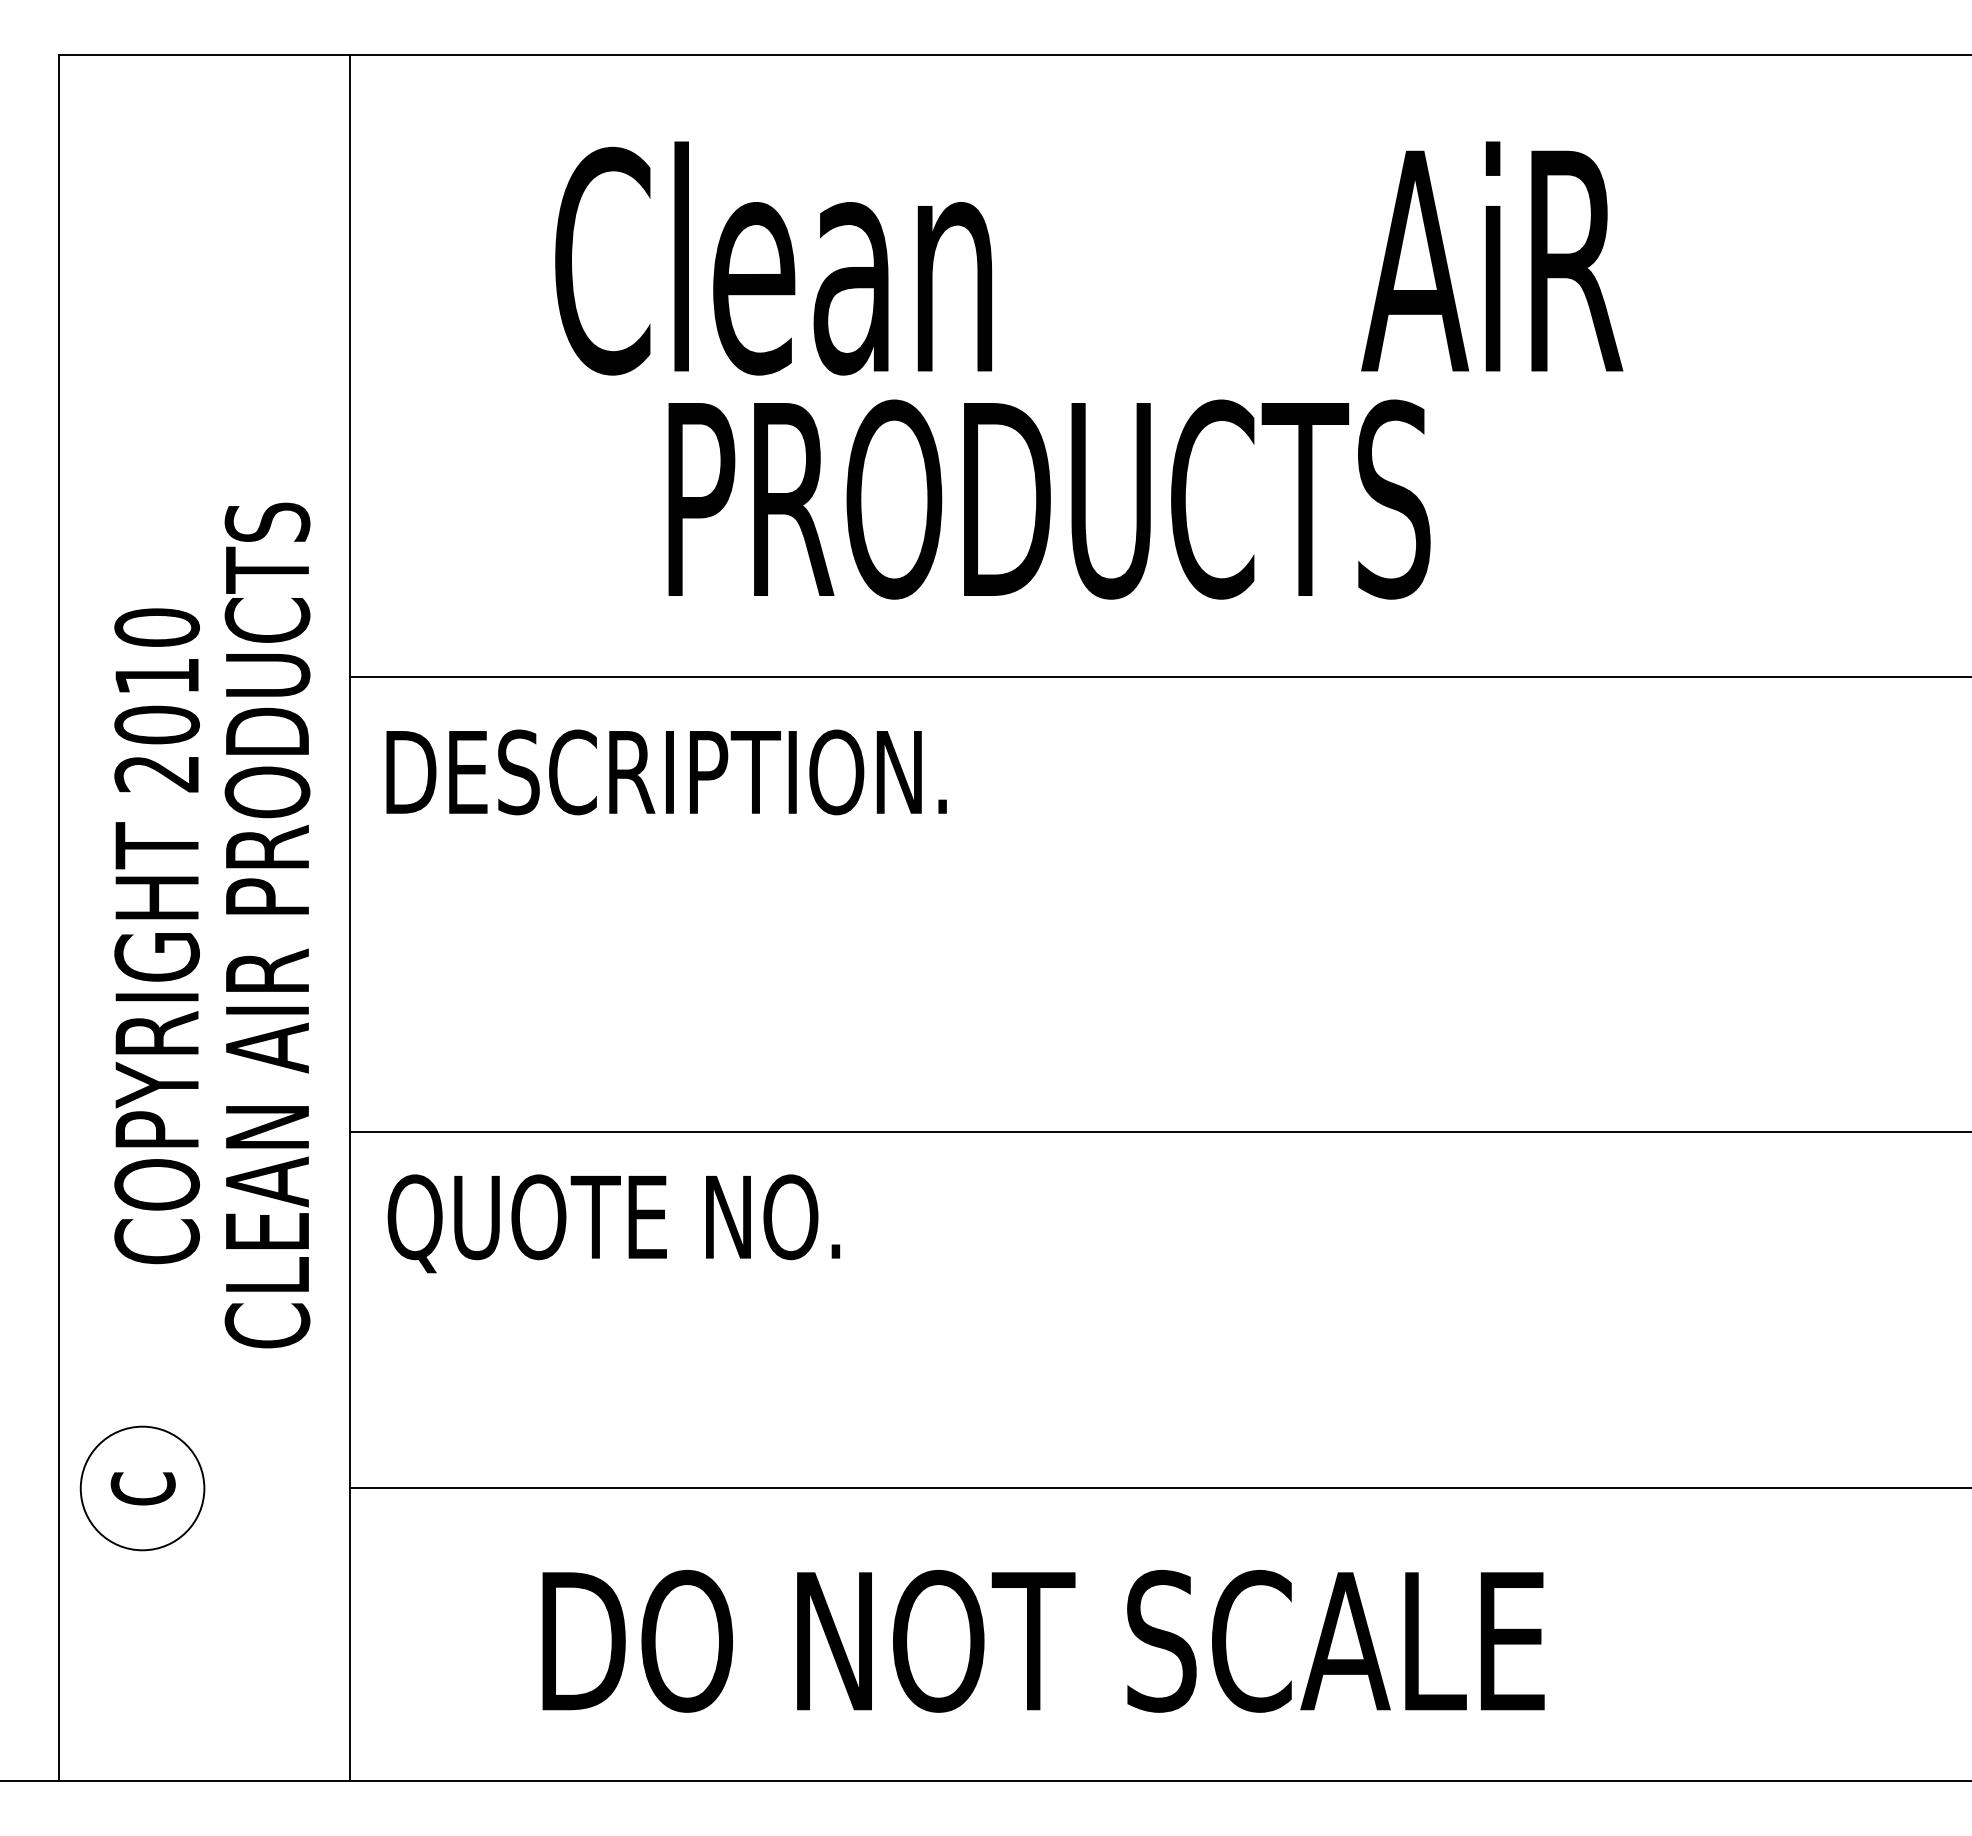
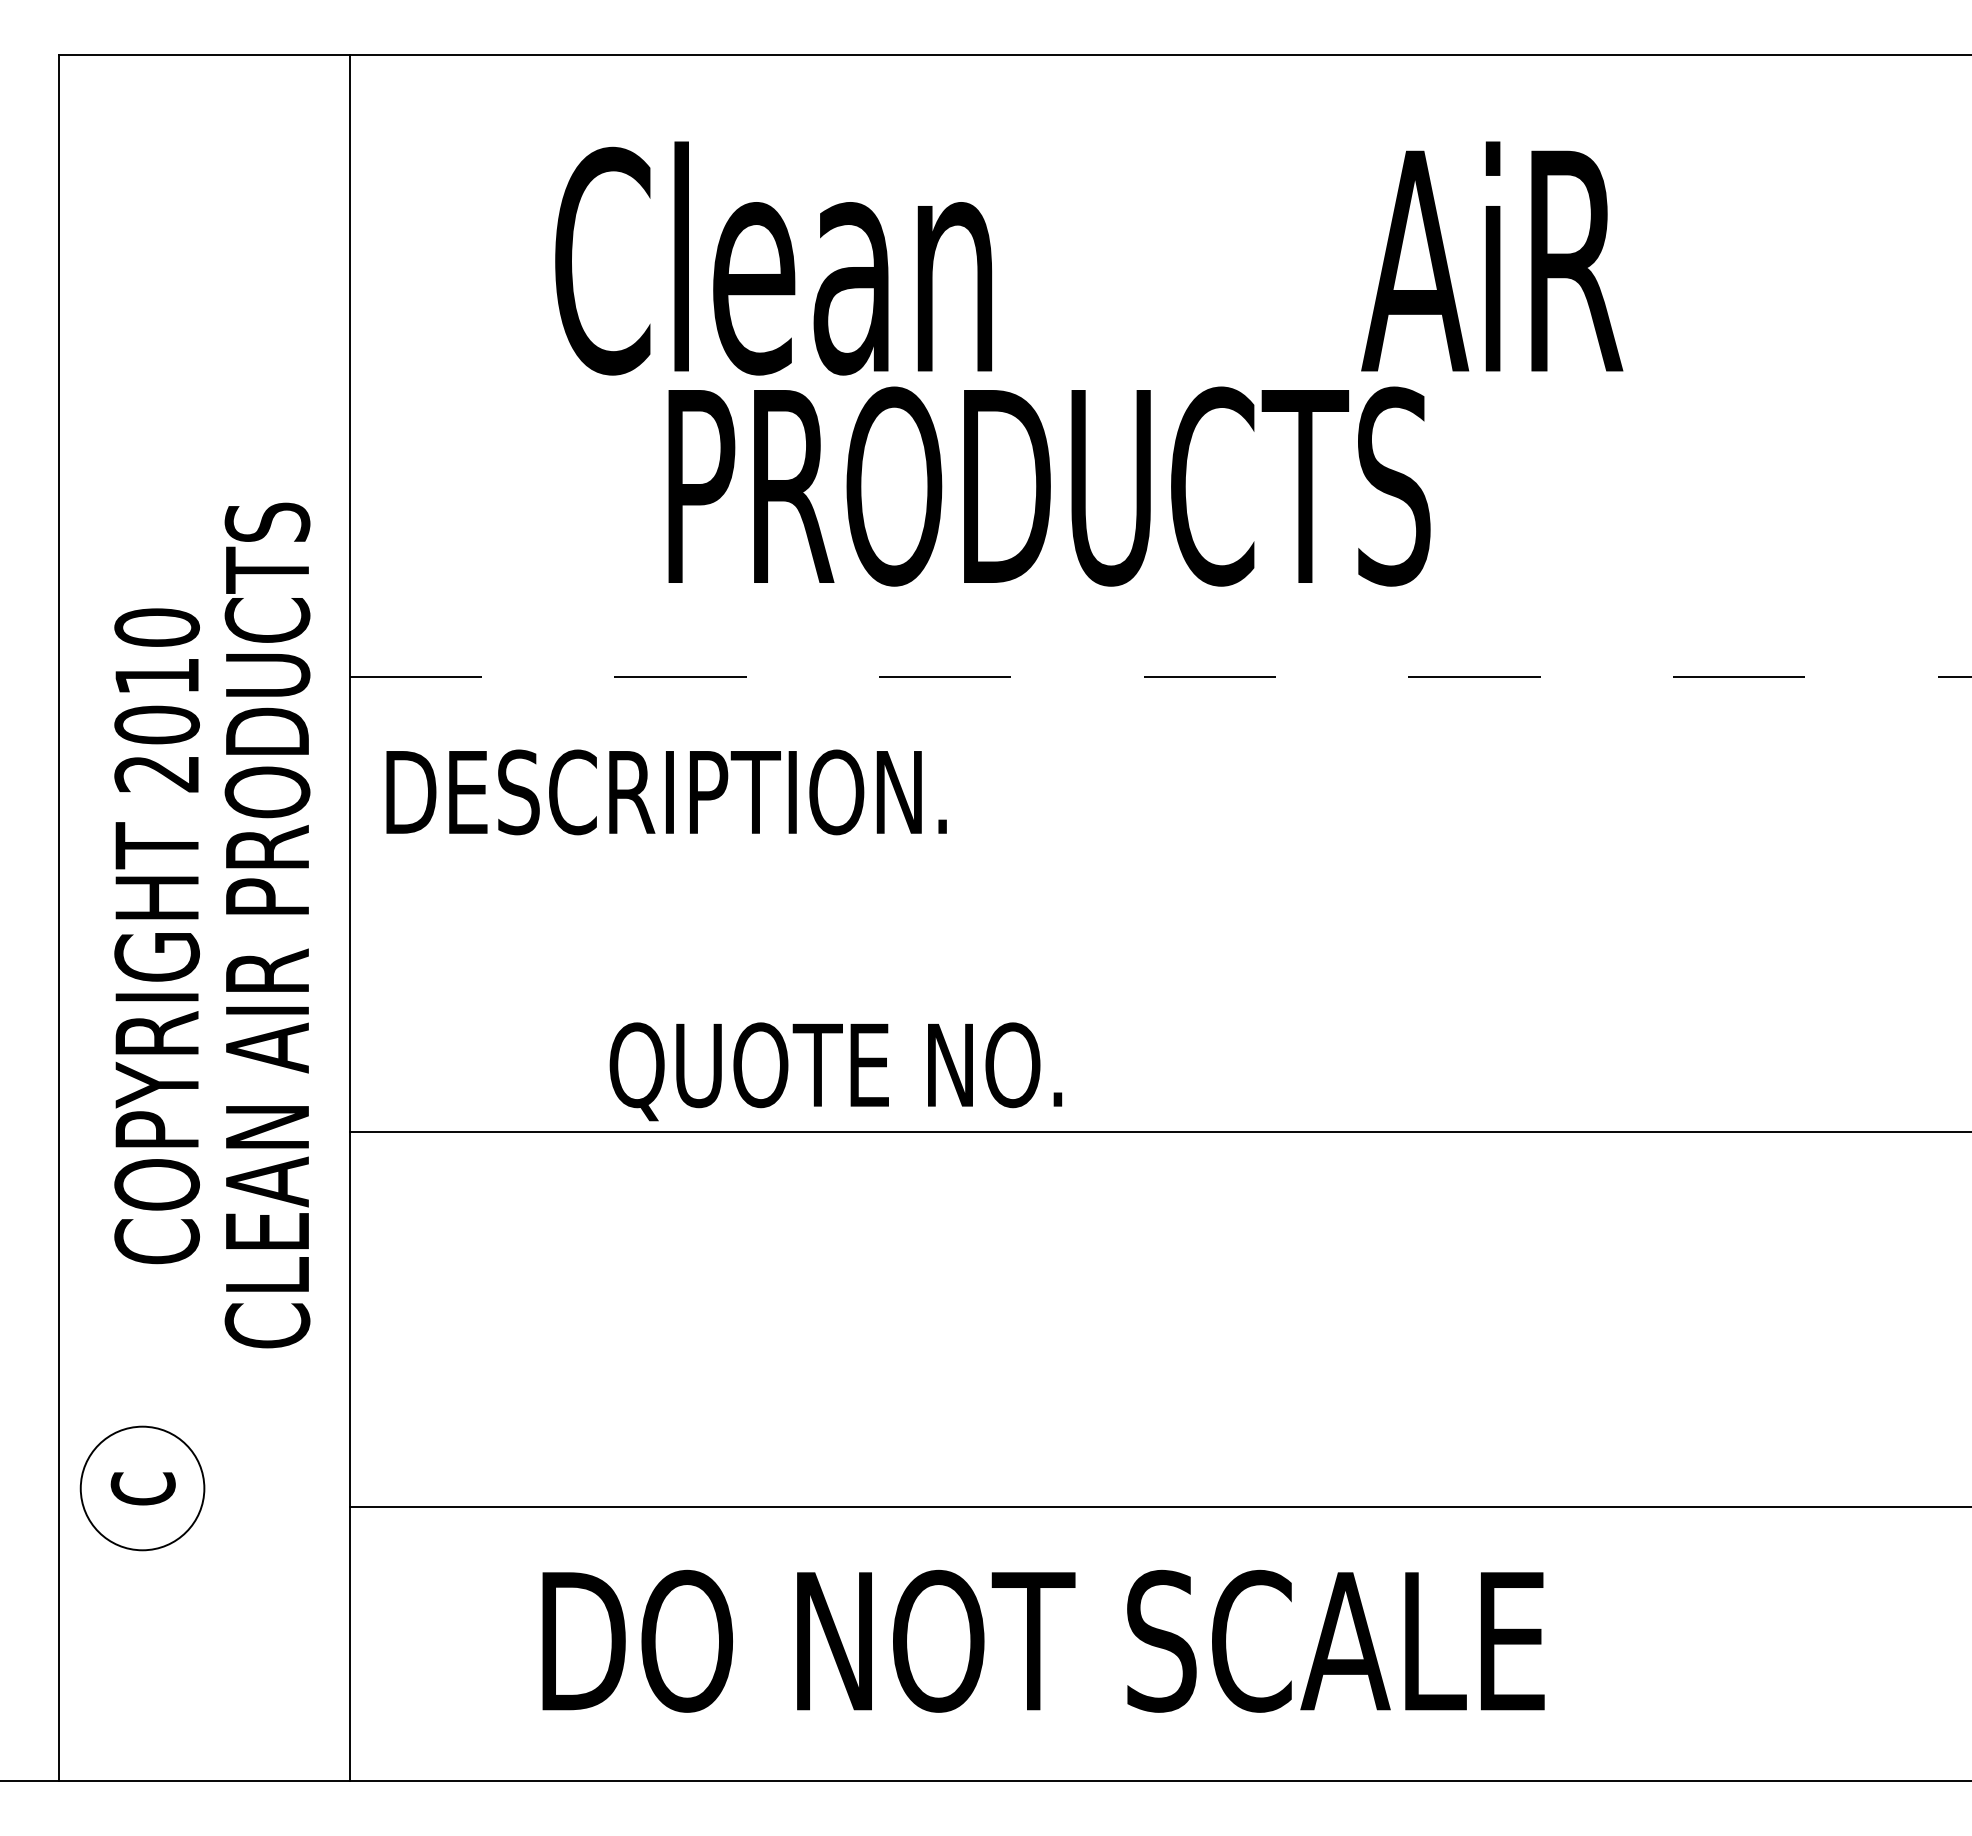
text at (1049, 499) position: (1049, 499) -> (1049, 486)
line at (1160, 677): solid -> dashed
text at (666, 772) position: (666, 772) -> (666, 792)
text at (613, 1223) position: (613, 1223) -> (835, 1071)
line at (1158, 1488) position: (1158, 1488) -> (1158, 1507)
